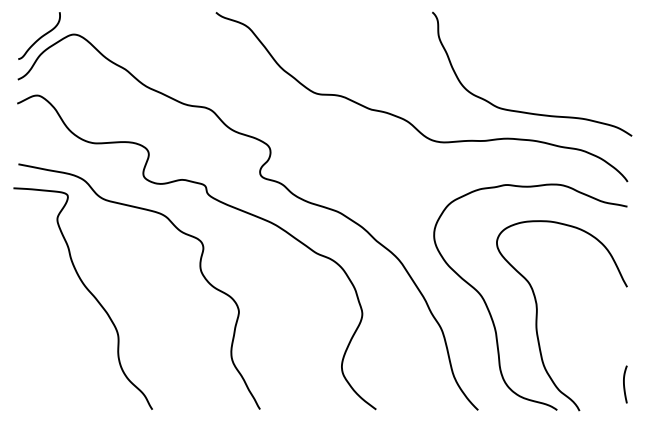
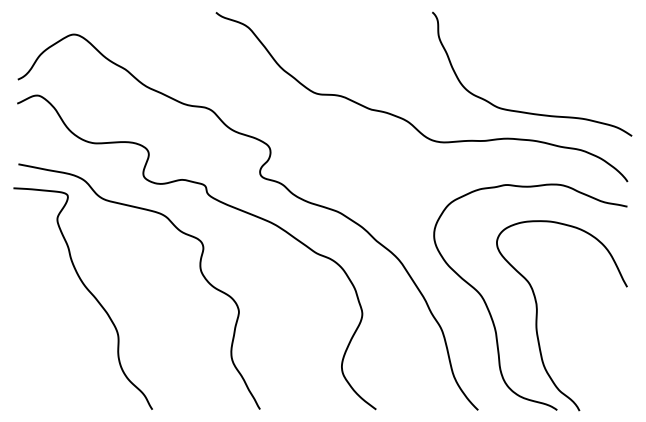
curve at (40, 36): present -> none
curve at (624, 384): present -> none
